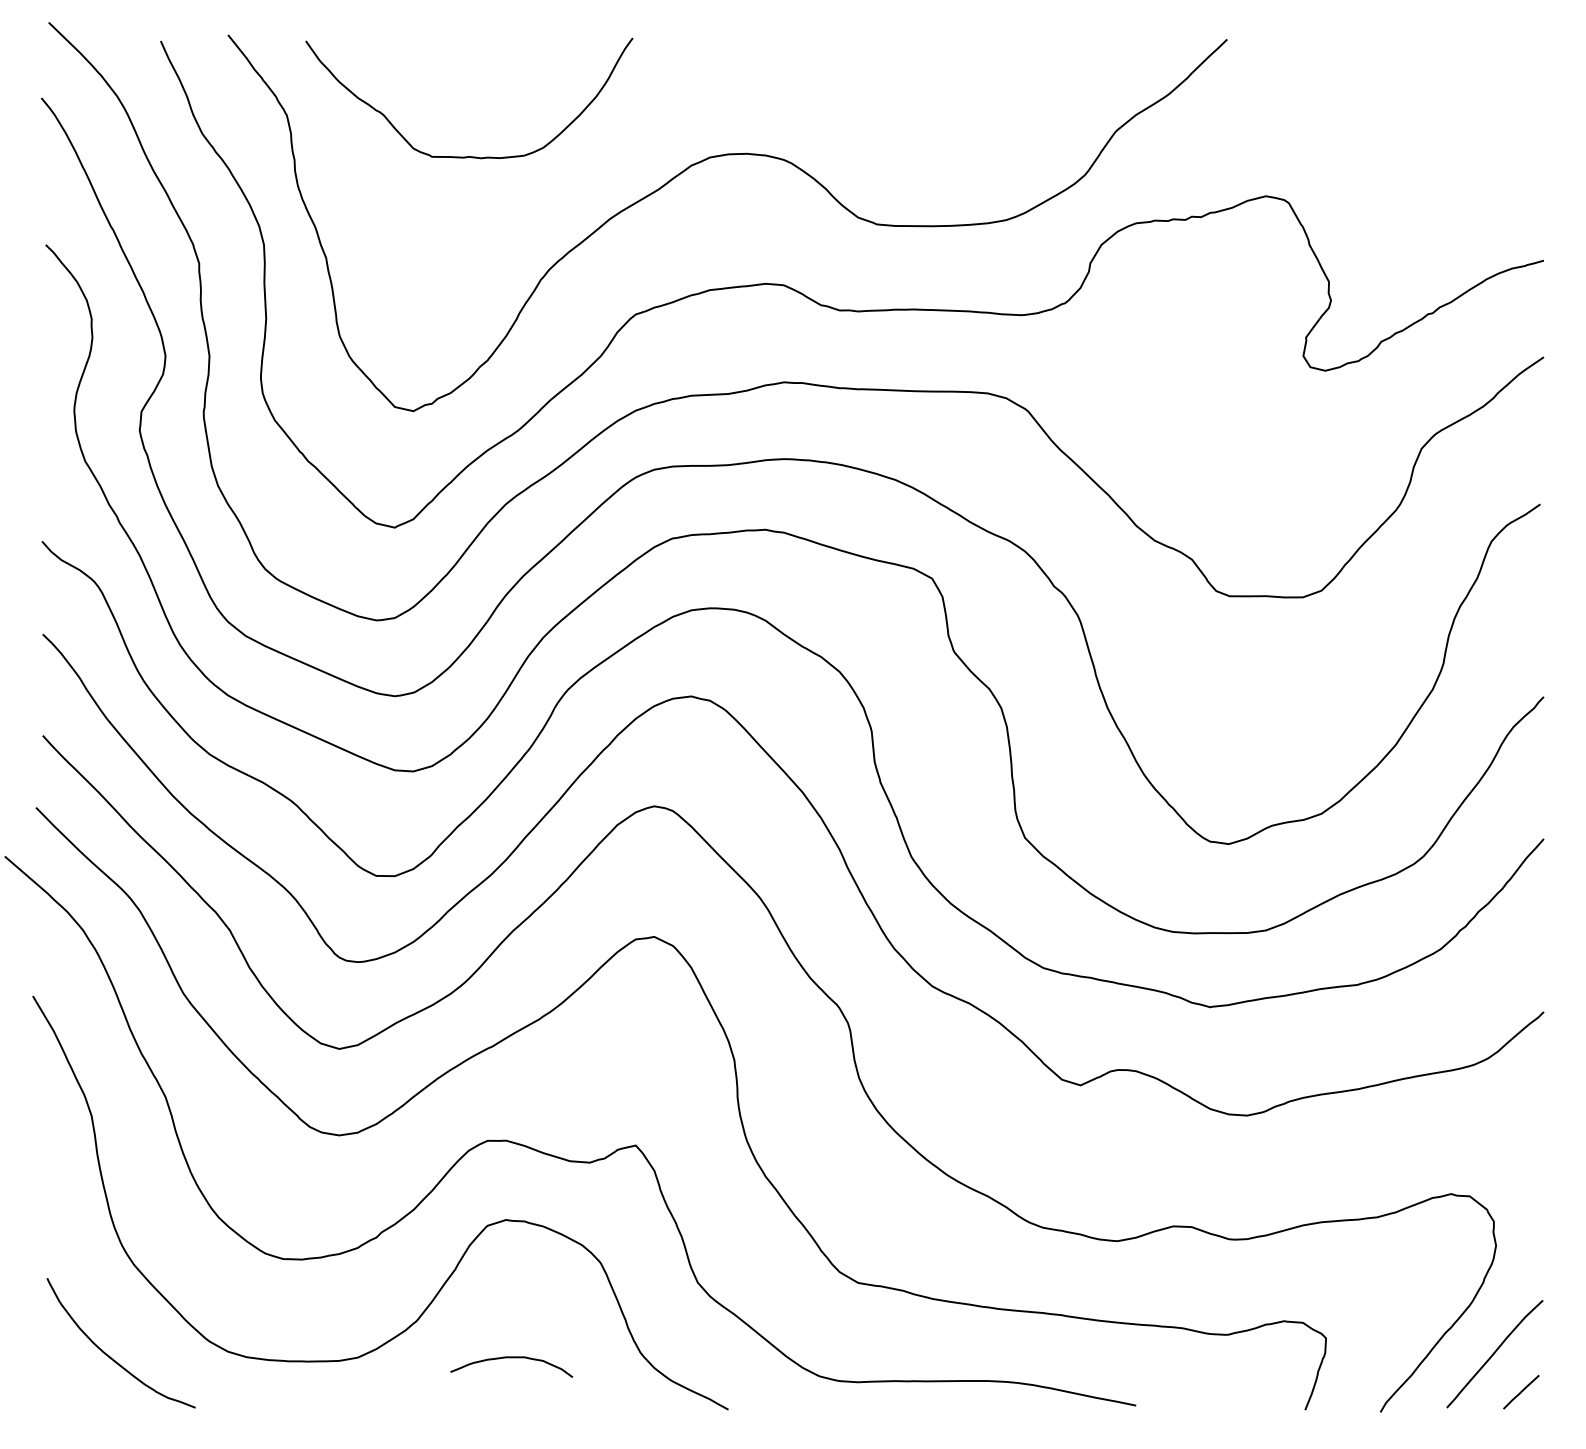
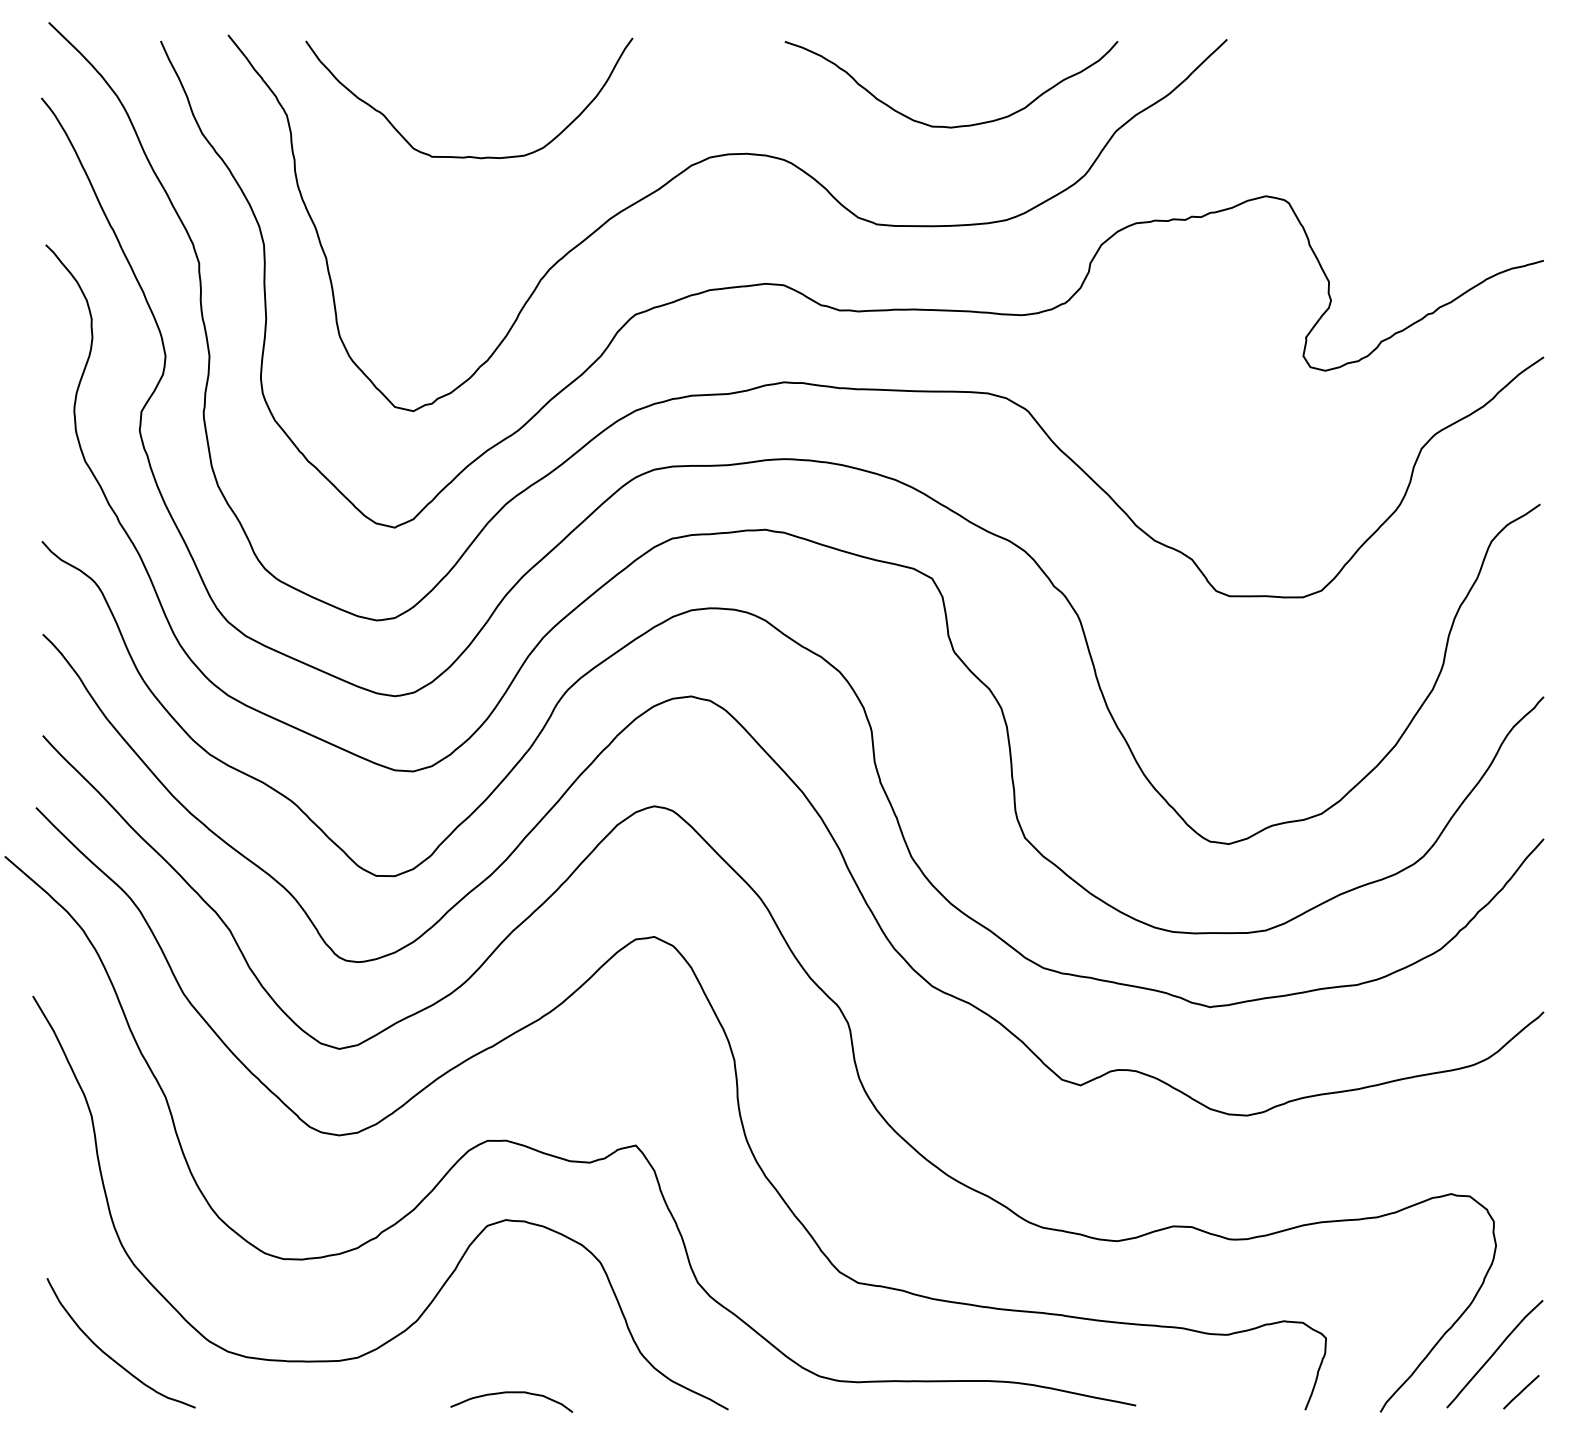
curve at (957, 125): none -> present
curve at (511, 1358) position: (511, 1358) -> (511, 1393)
